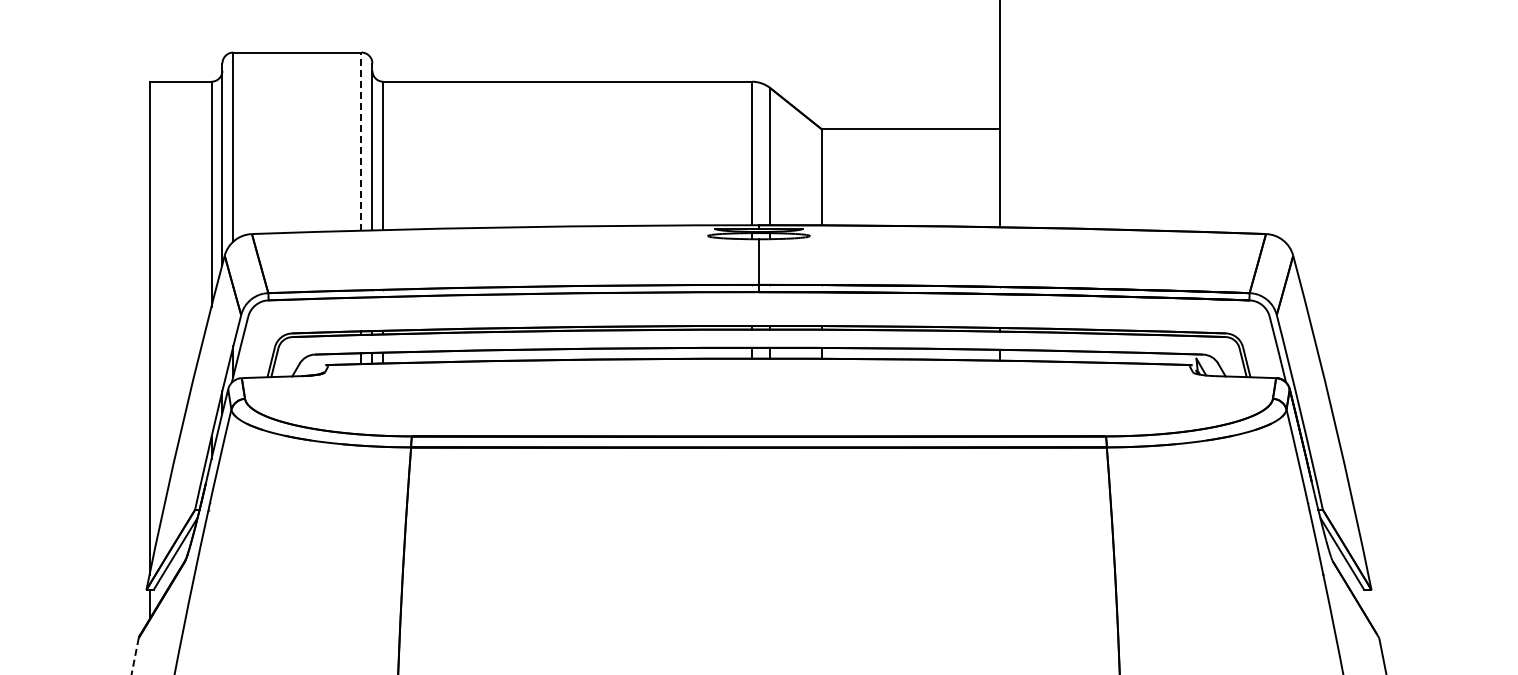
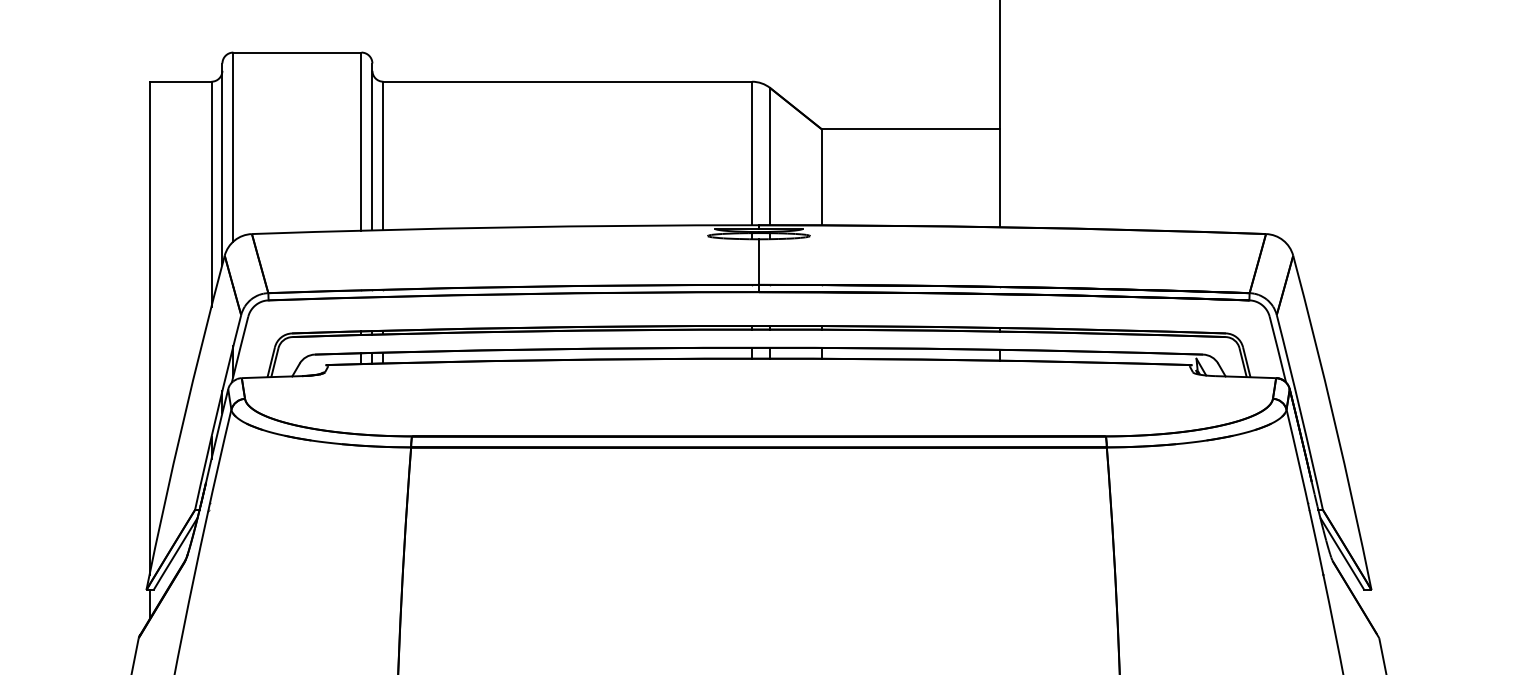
line at (361, 141): dashed -> solid
arc at (135, 656): dashed -> solid
